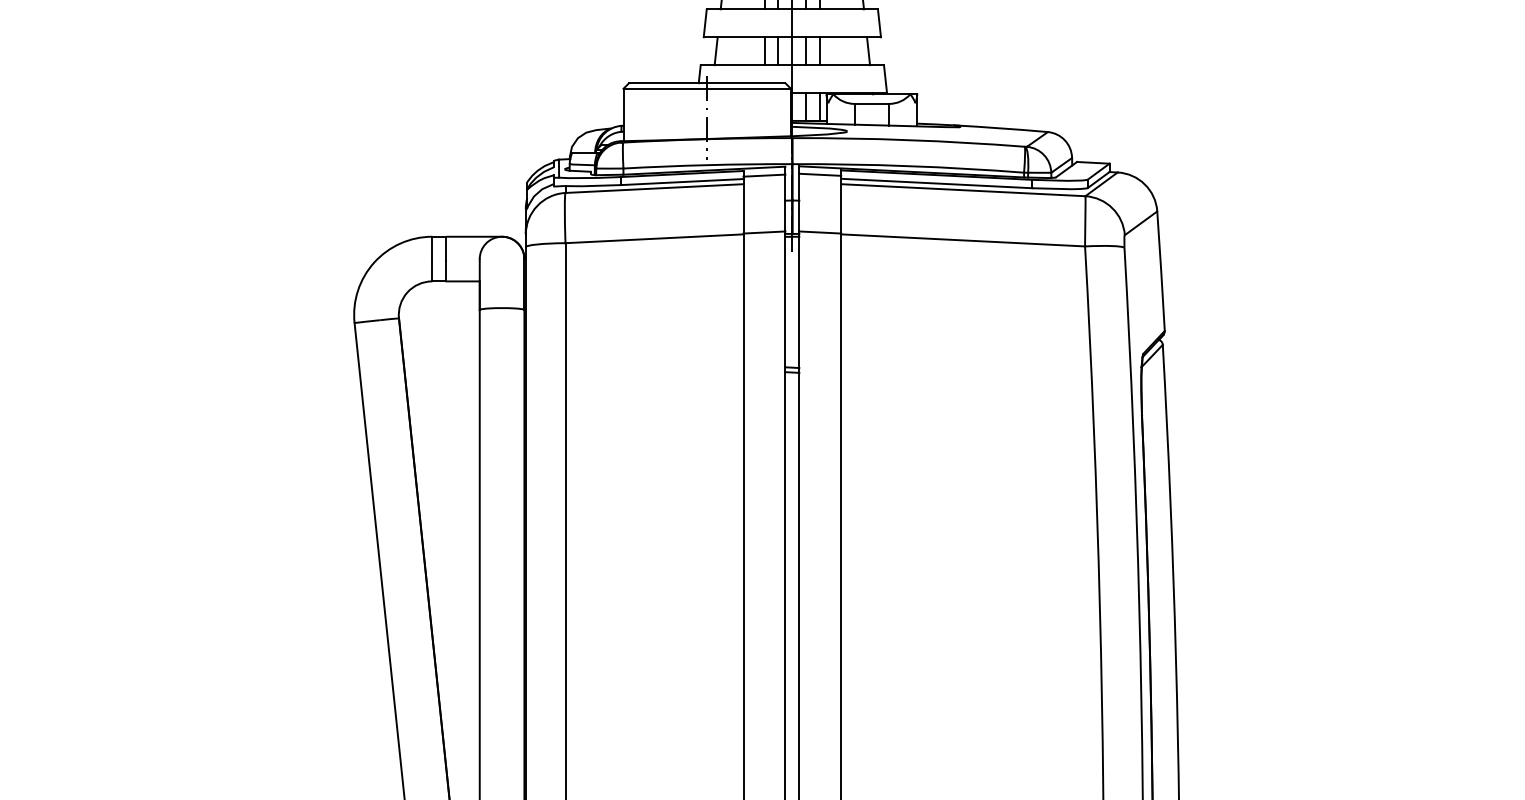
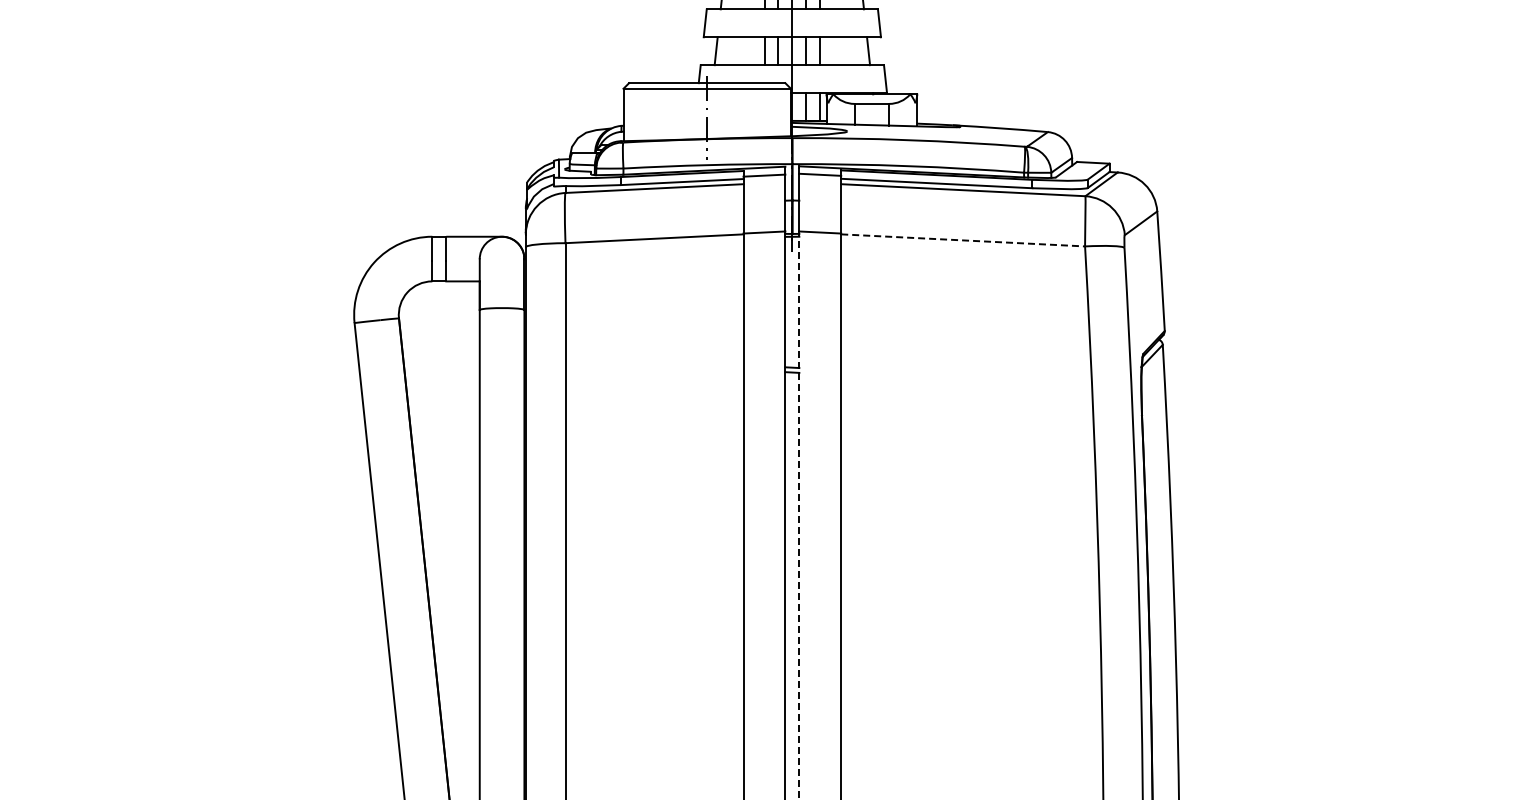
line at (963, 240): solid -> dashed
line at (799, 515): solid -> dashed
